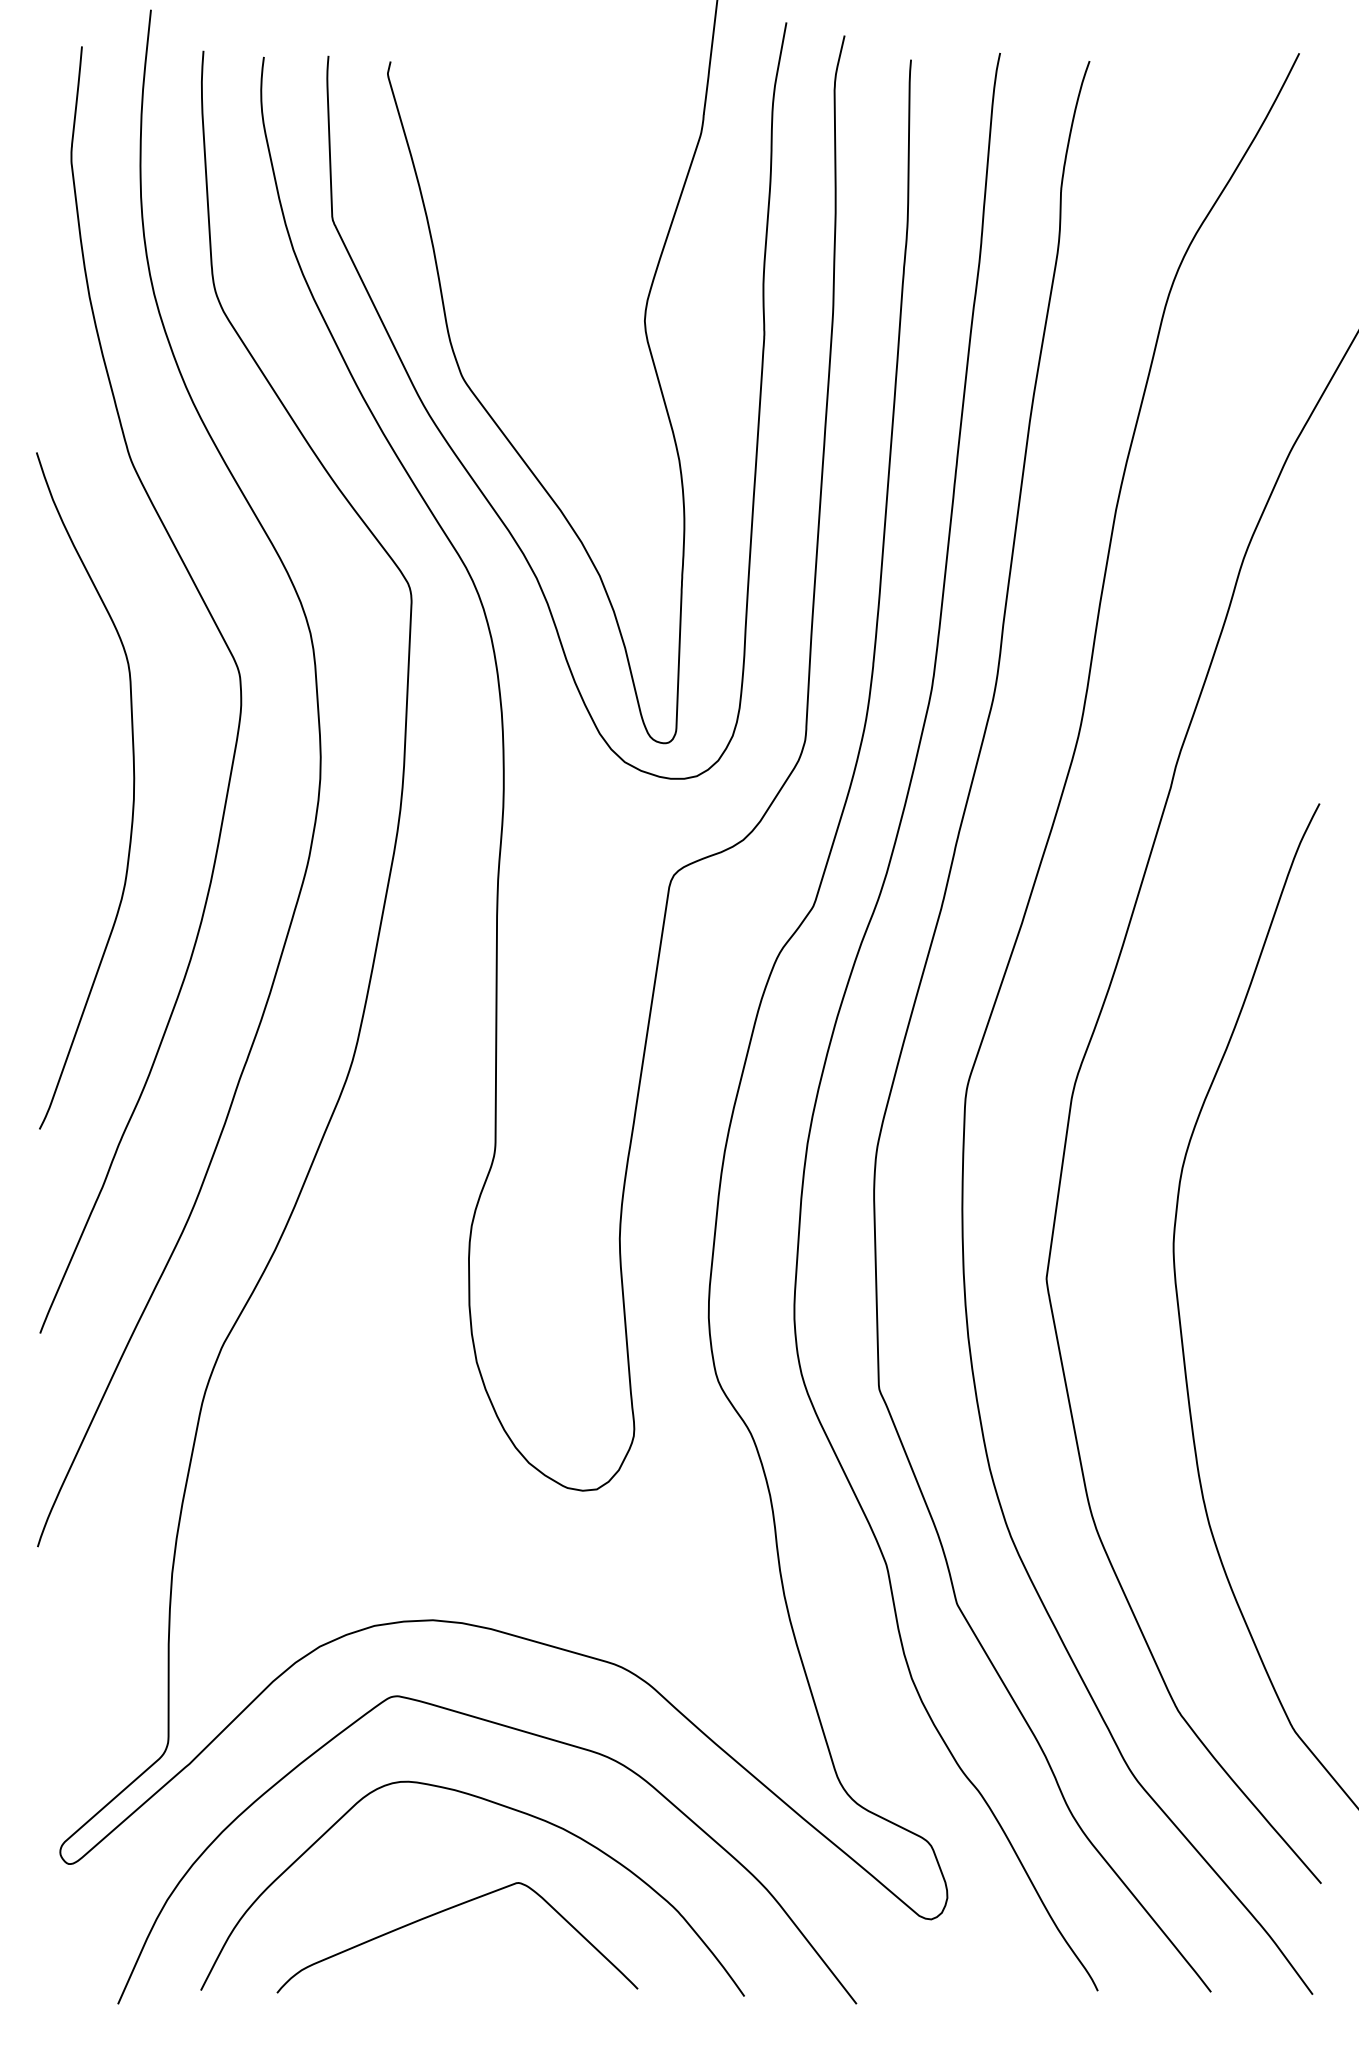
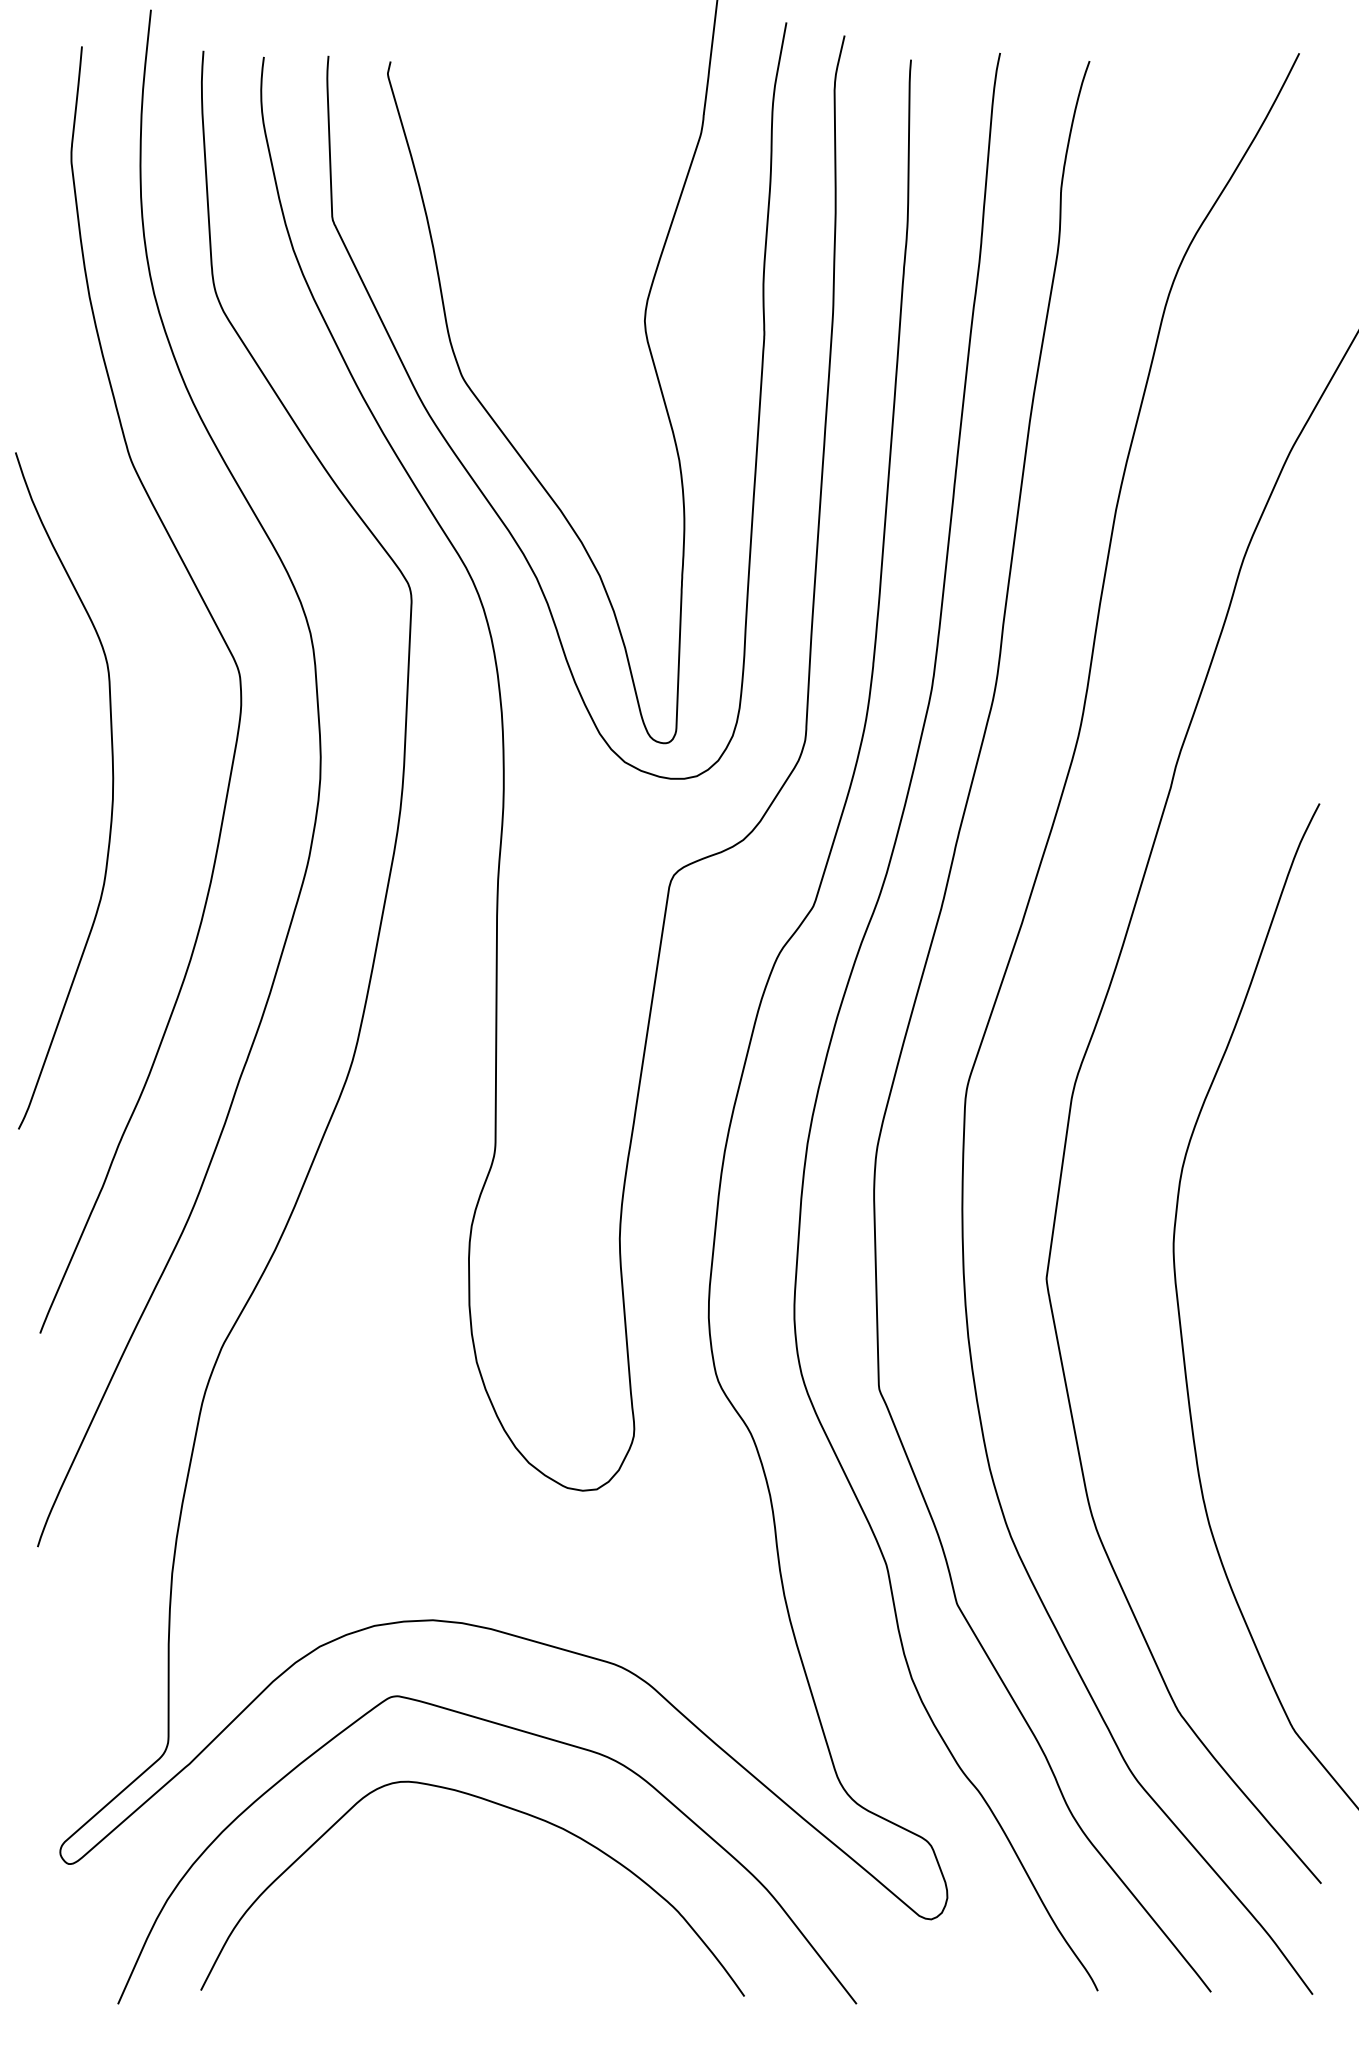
curve at (133, 790) position: (133, 790) -> (112, 790)
curve at (447, 1910): present -> none
